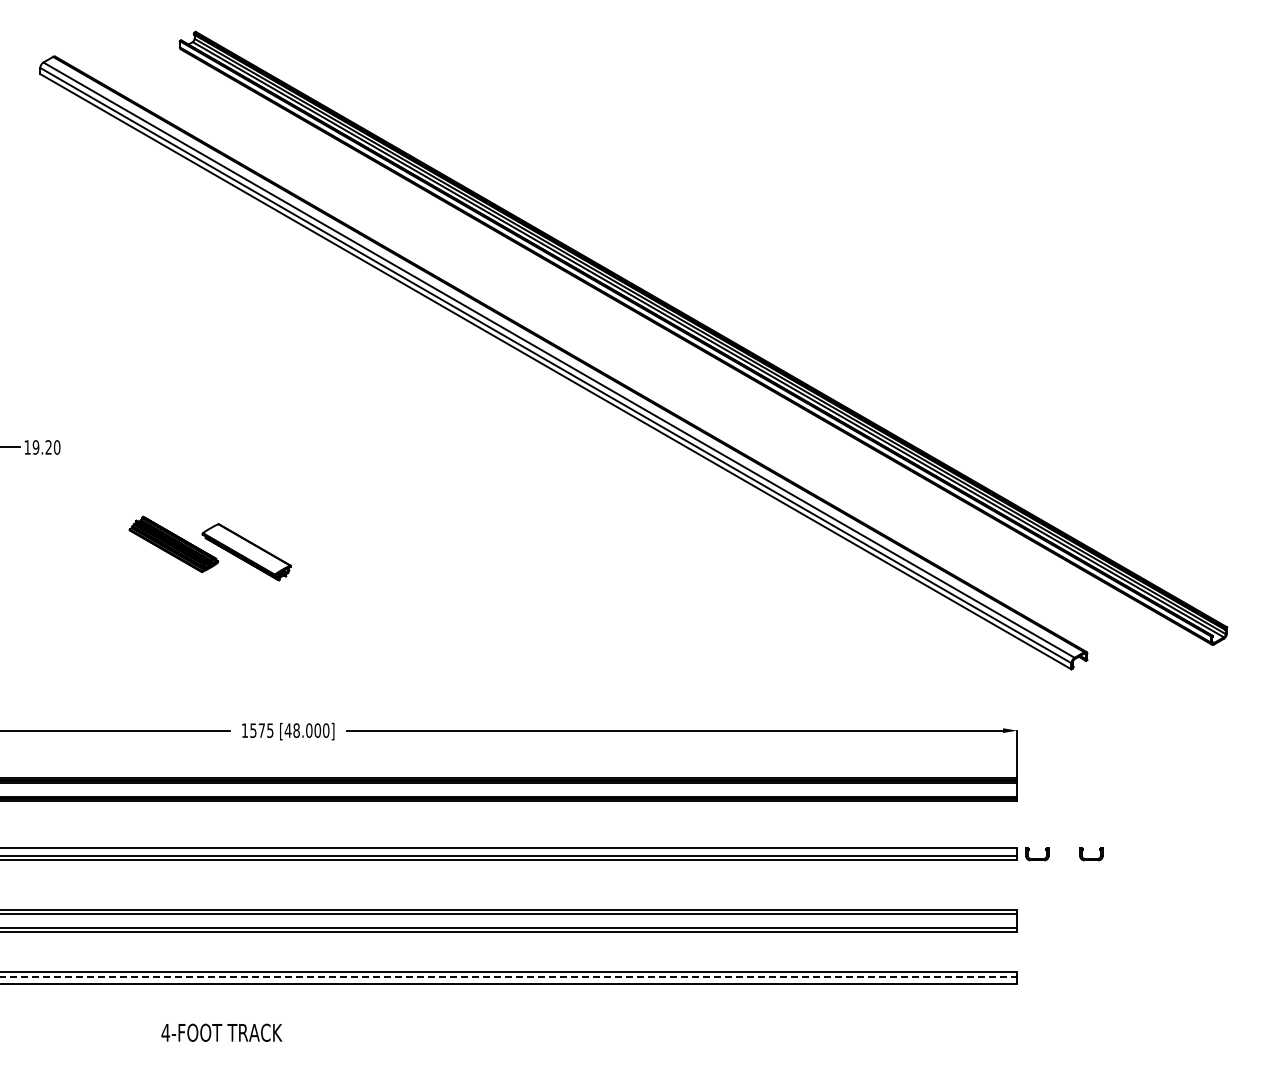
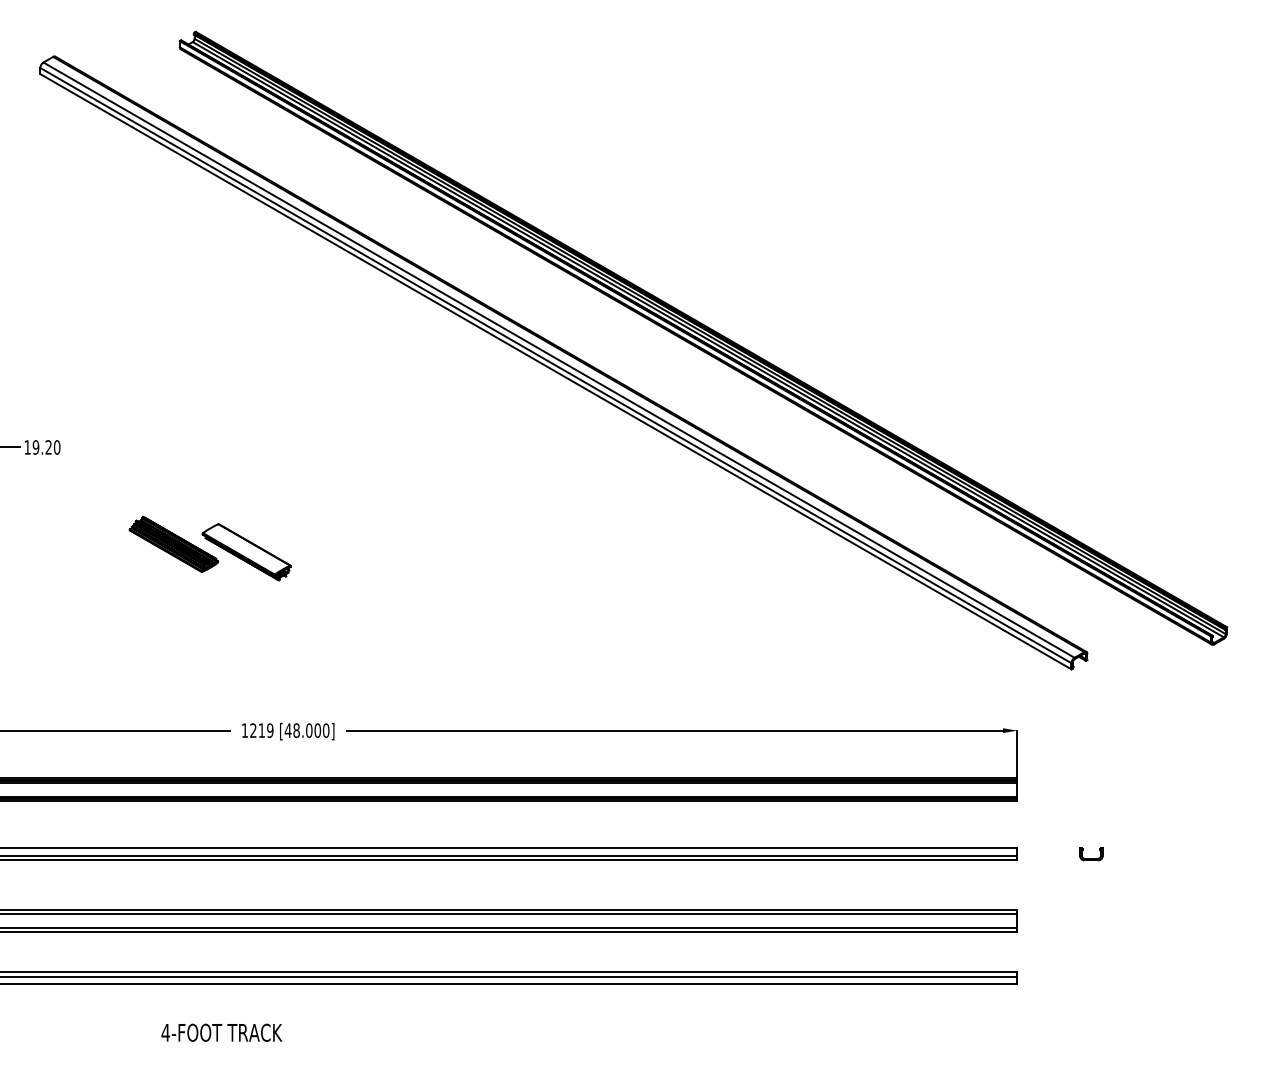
text at (261, 730): 1575 -> 1219
part at (1037, 854): present -> none
line at (509, 976): dashed -> solid
